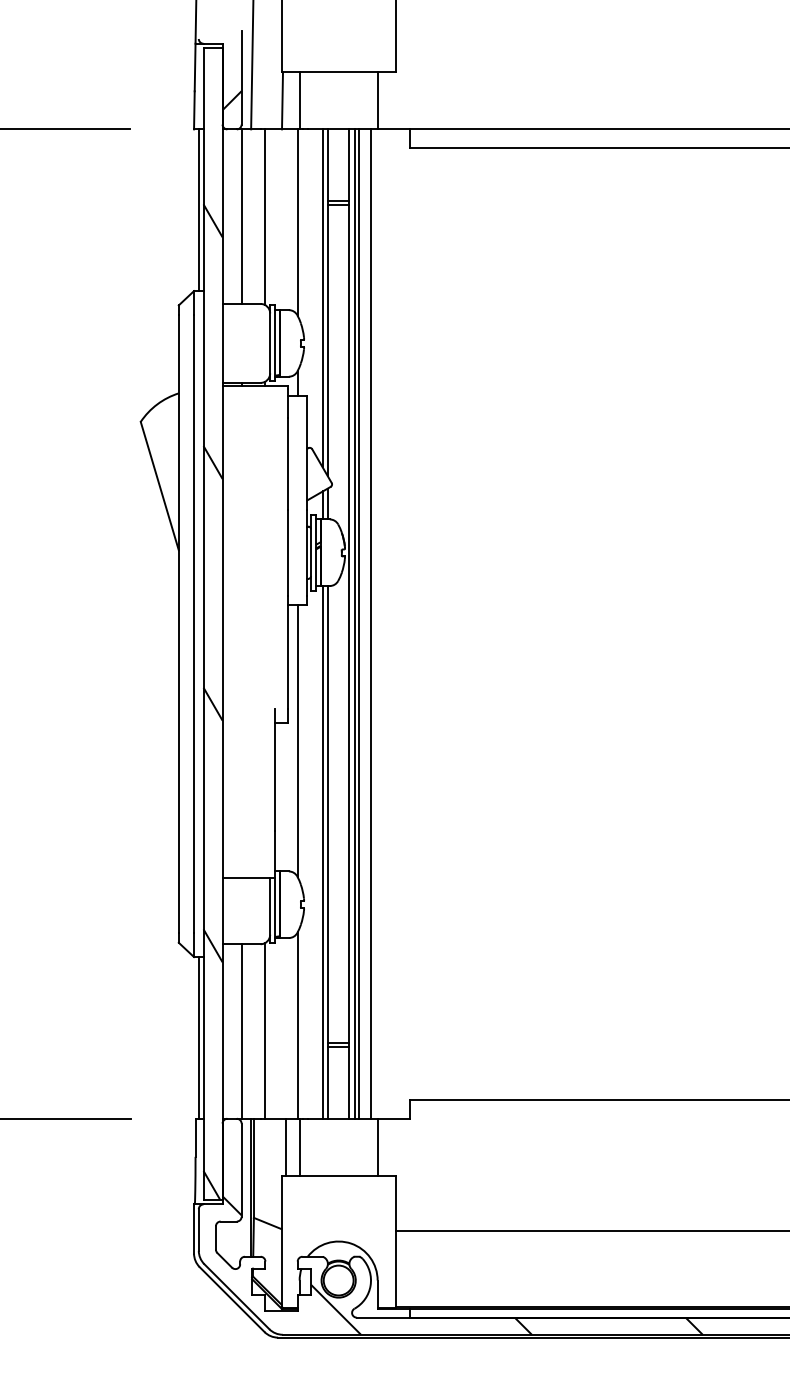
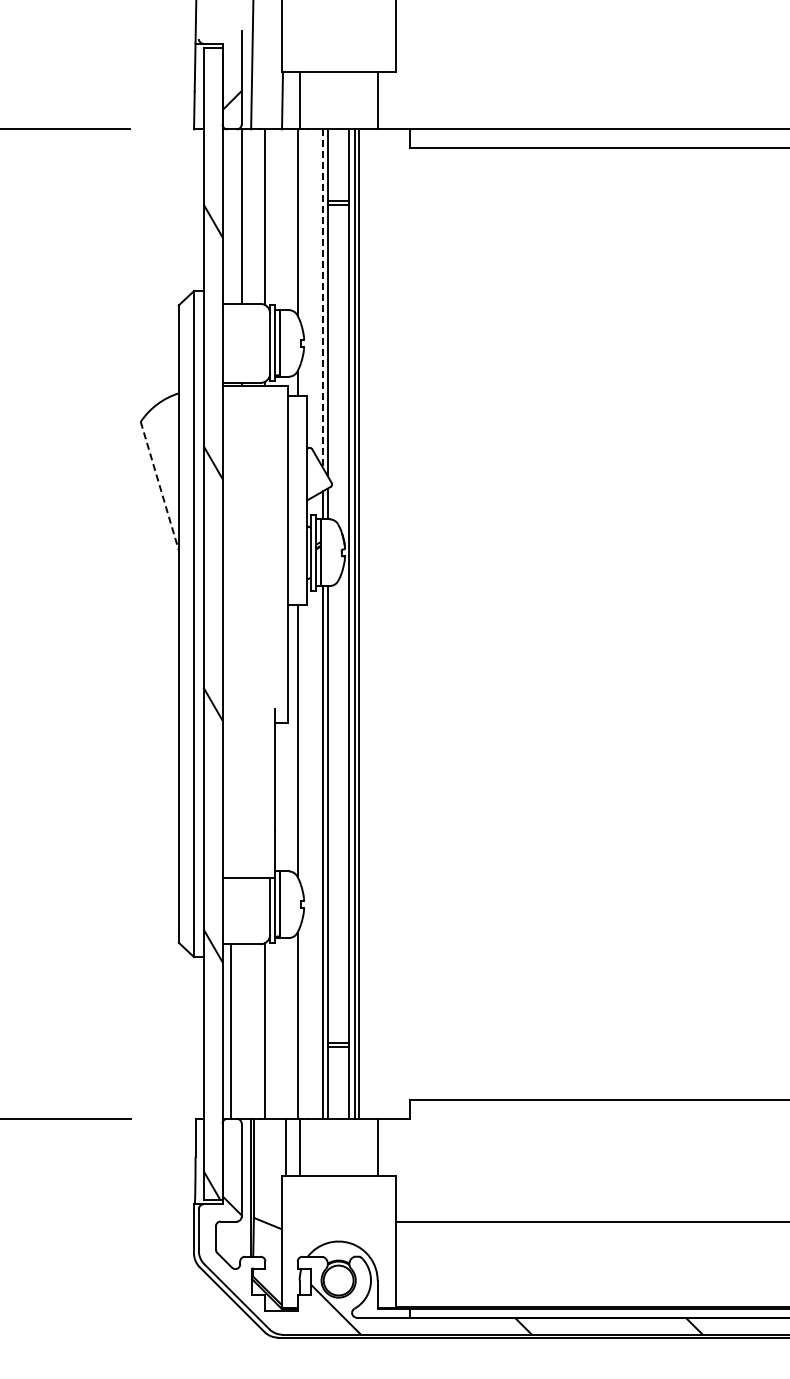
line at (198, 210): present -> none
line at (322, 298): solid -> dashed
line at (159, 486): solid -> dashed
line at (371, 623): present -> none
line at (241, 1031) position: (241, 1031) -> (230, 1031)
line at (198, 1037): present -> none
line at (590, 1230) position: (590, 1230) -> (590, 1221)
